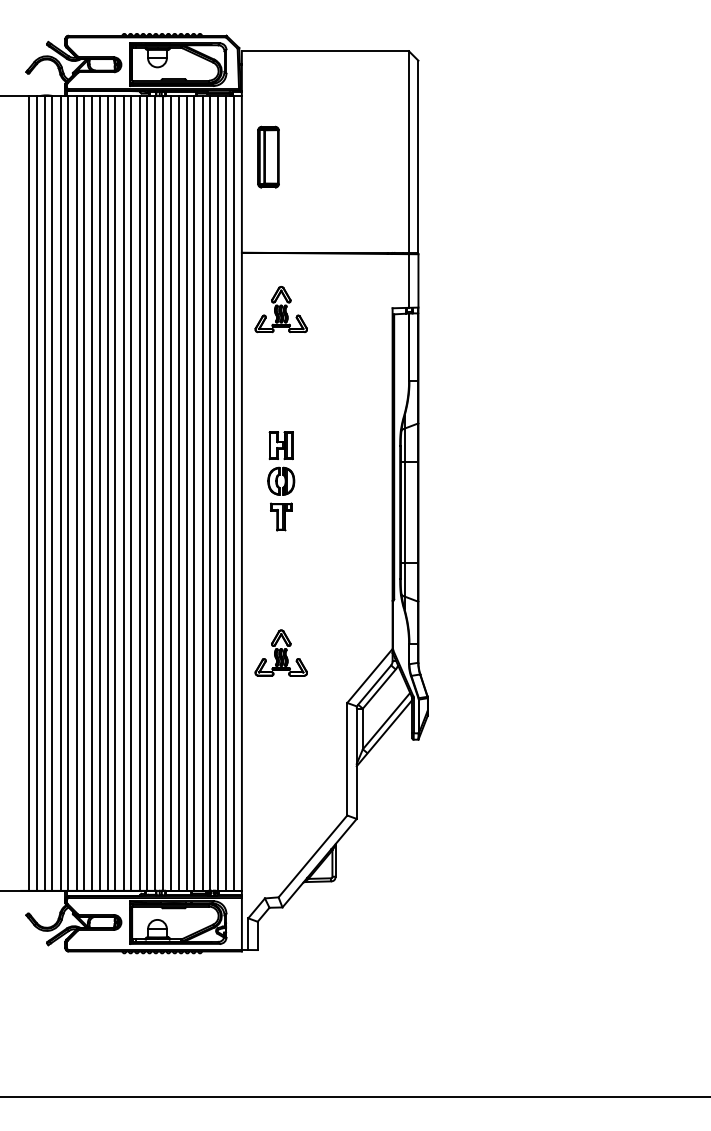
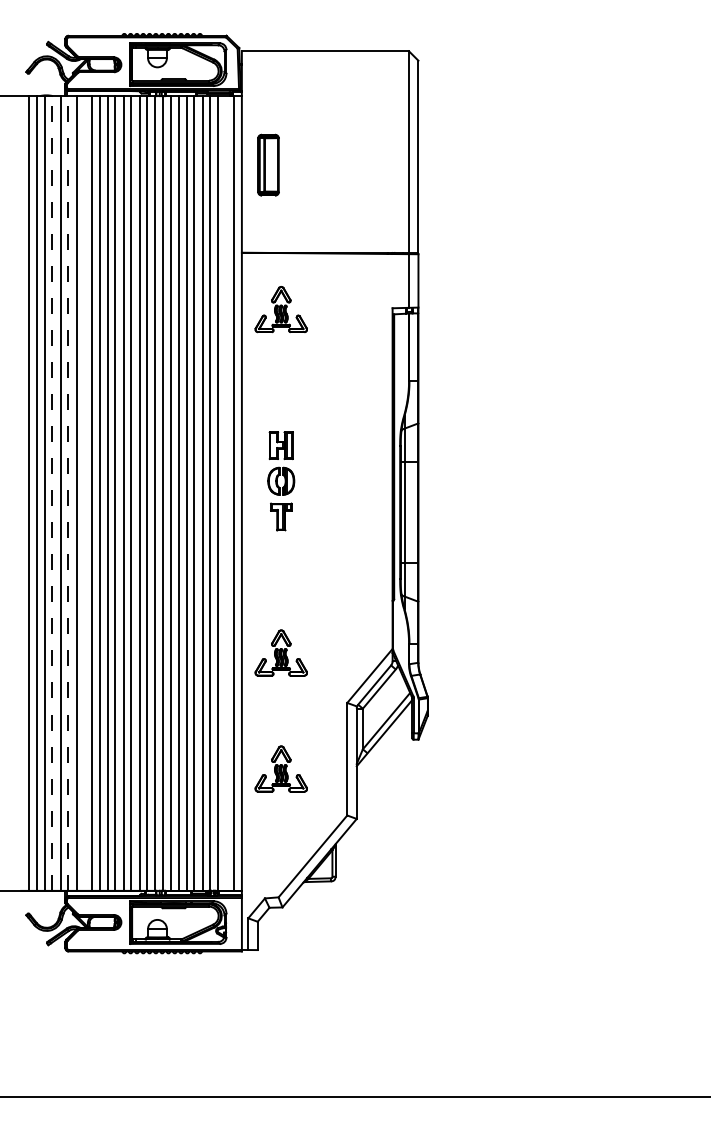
part at (268, 156) position: (268, 156) -> (268, 164)
line at (52, 492): solid -> dashed
line at (68, 492): solid -> dashed
line at (83, 493): present -> none
line at (225, 493): present -> none
part at (280, 768): none -> present
